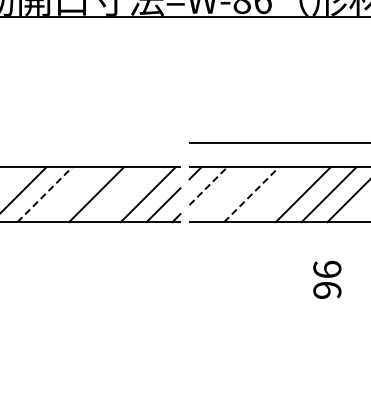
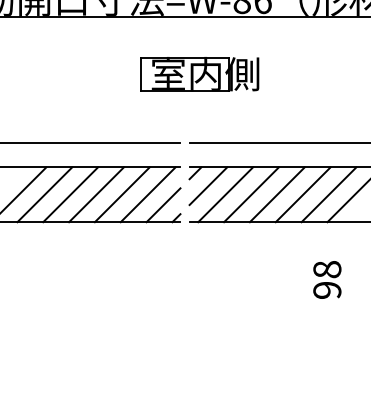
part at (199, 74): none -> present
line at (91, 143): none -> present
line at (208, 186): dashed -> solid
line at (44, 194): dashed -> solid
line at (70, 194): none -> present
line at (121, 194): none -> present
line at (225, 194): none -> present
line at (251, 194): dashed -> solid
line at (276, 194): none -> present
text at (327, 269): 96 -> 98
